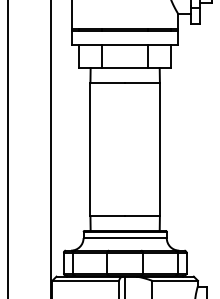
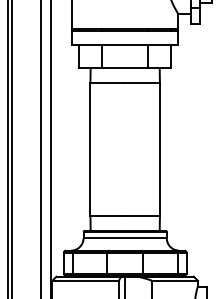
line at (11, 148): none -> present
line at (40, 148): none -> present
